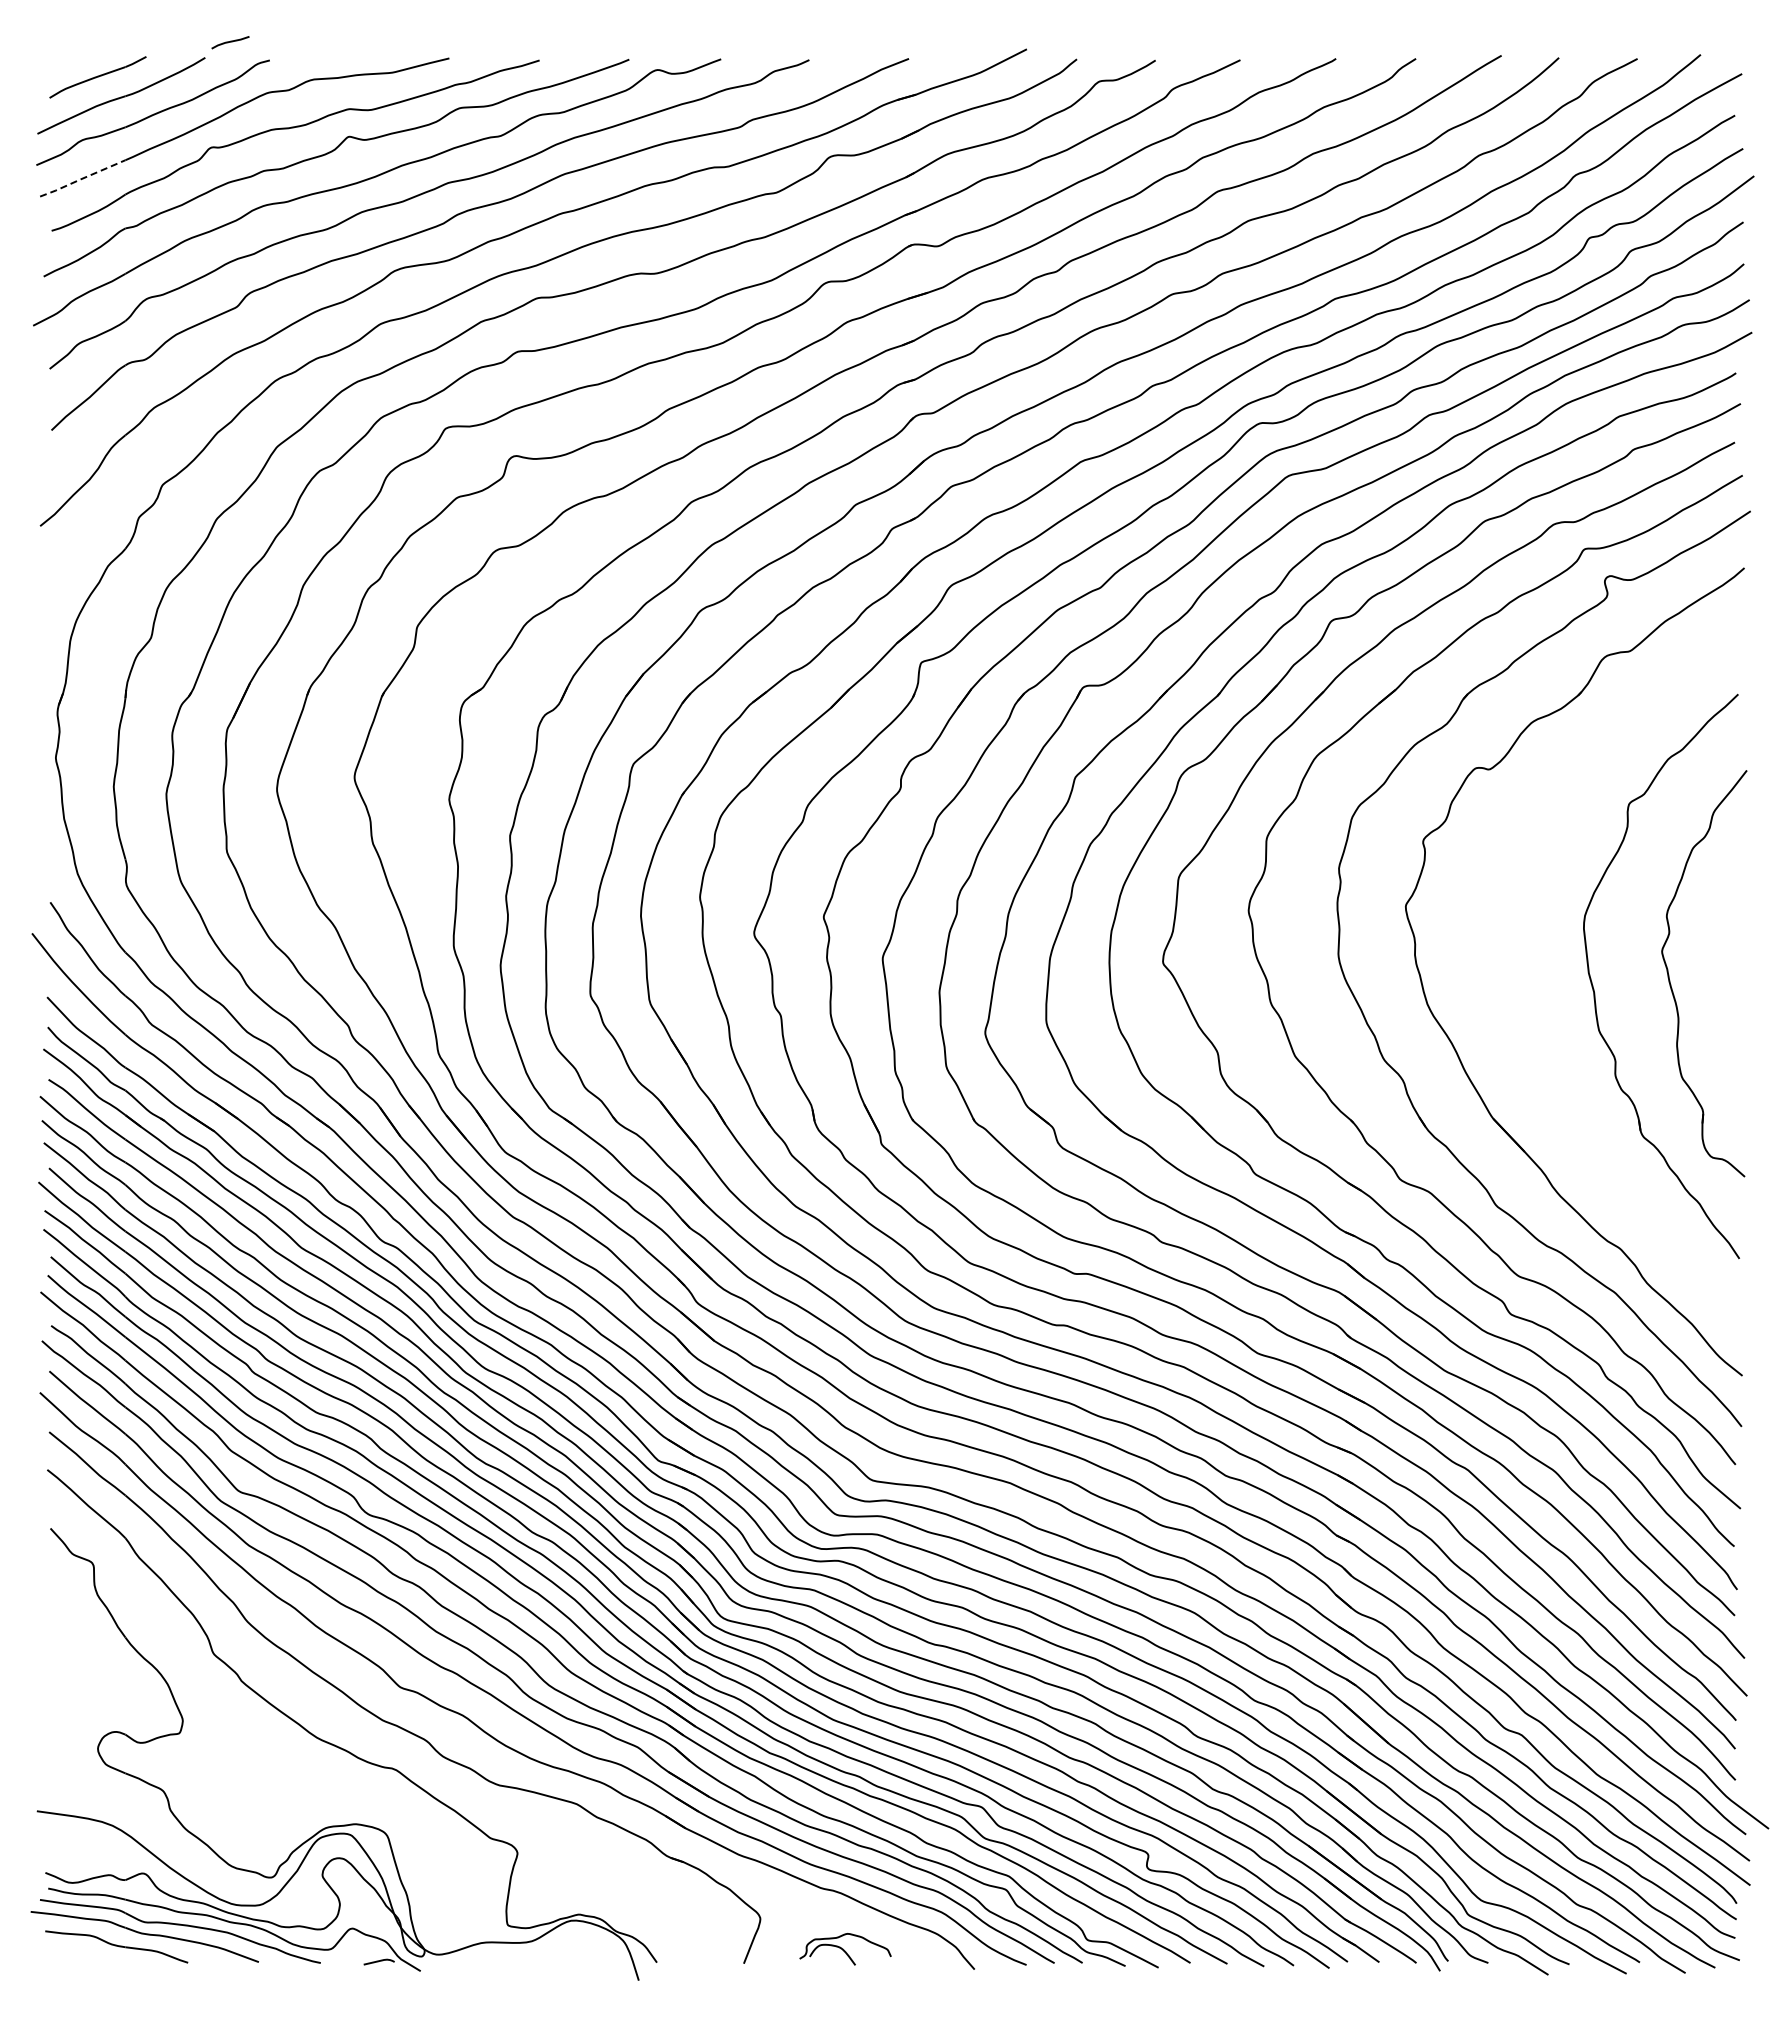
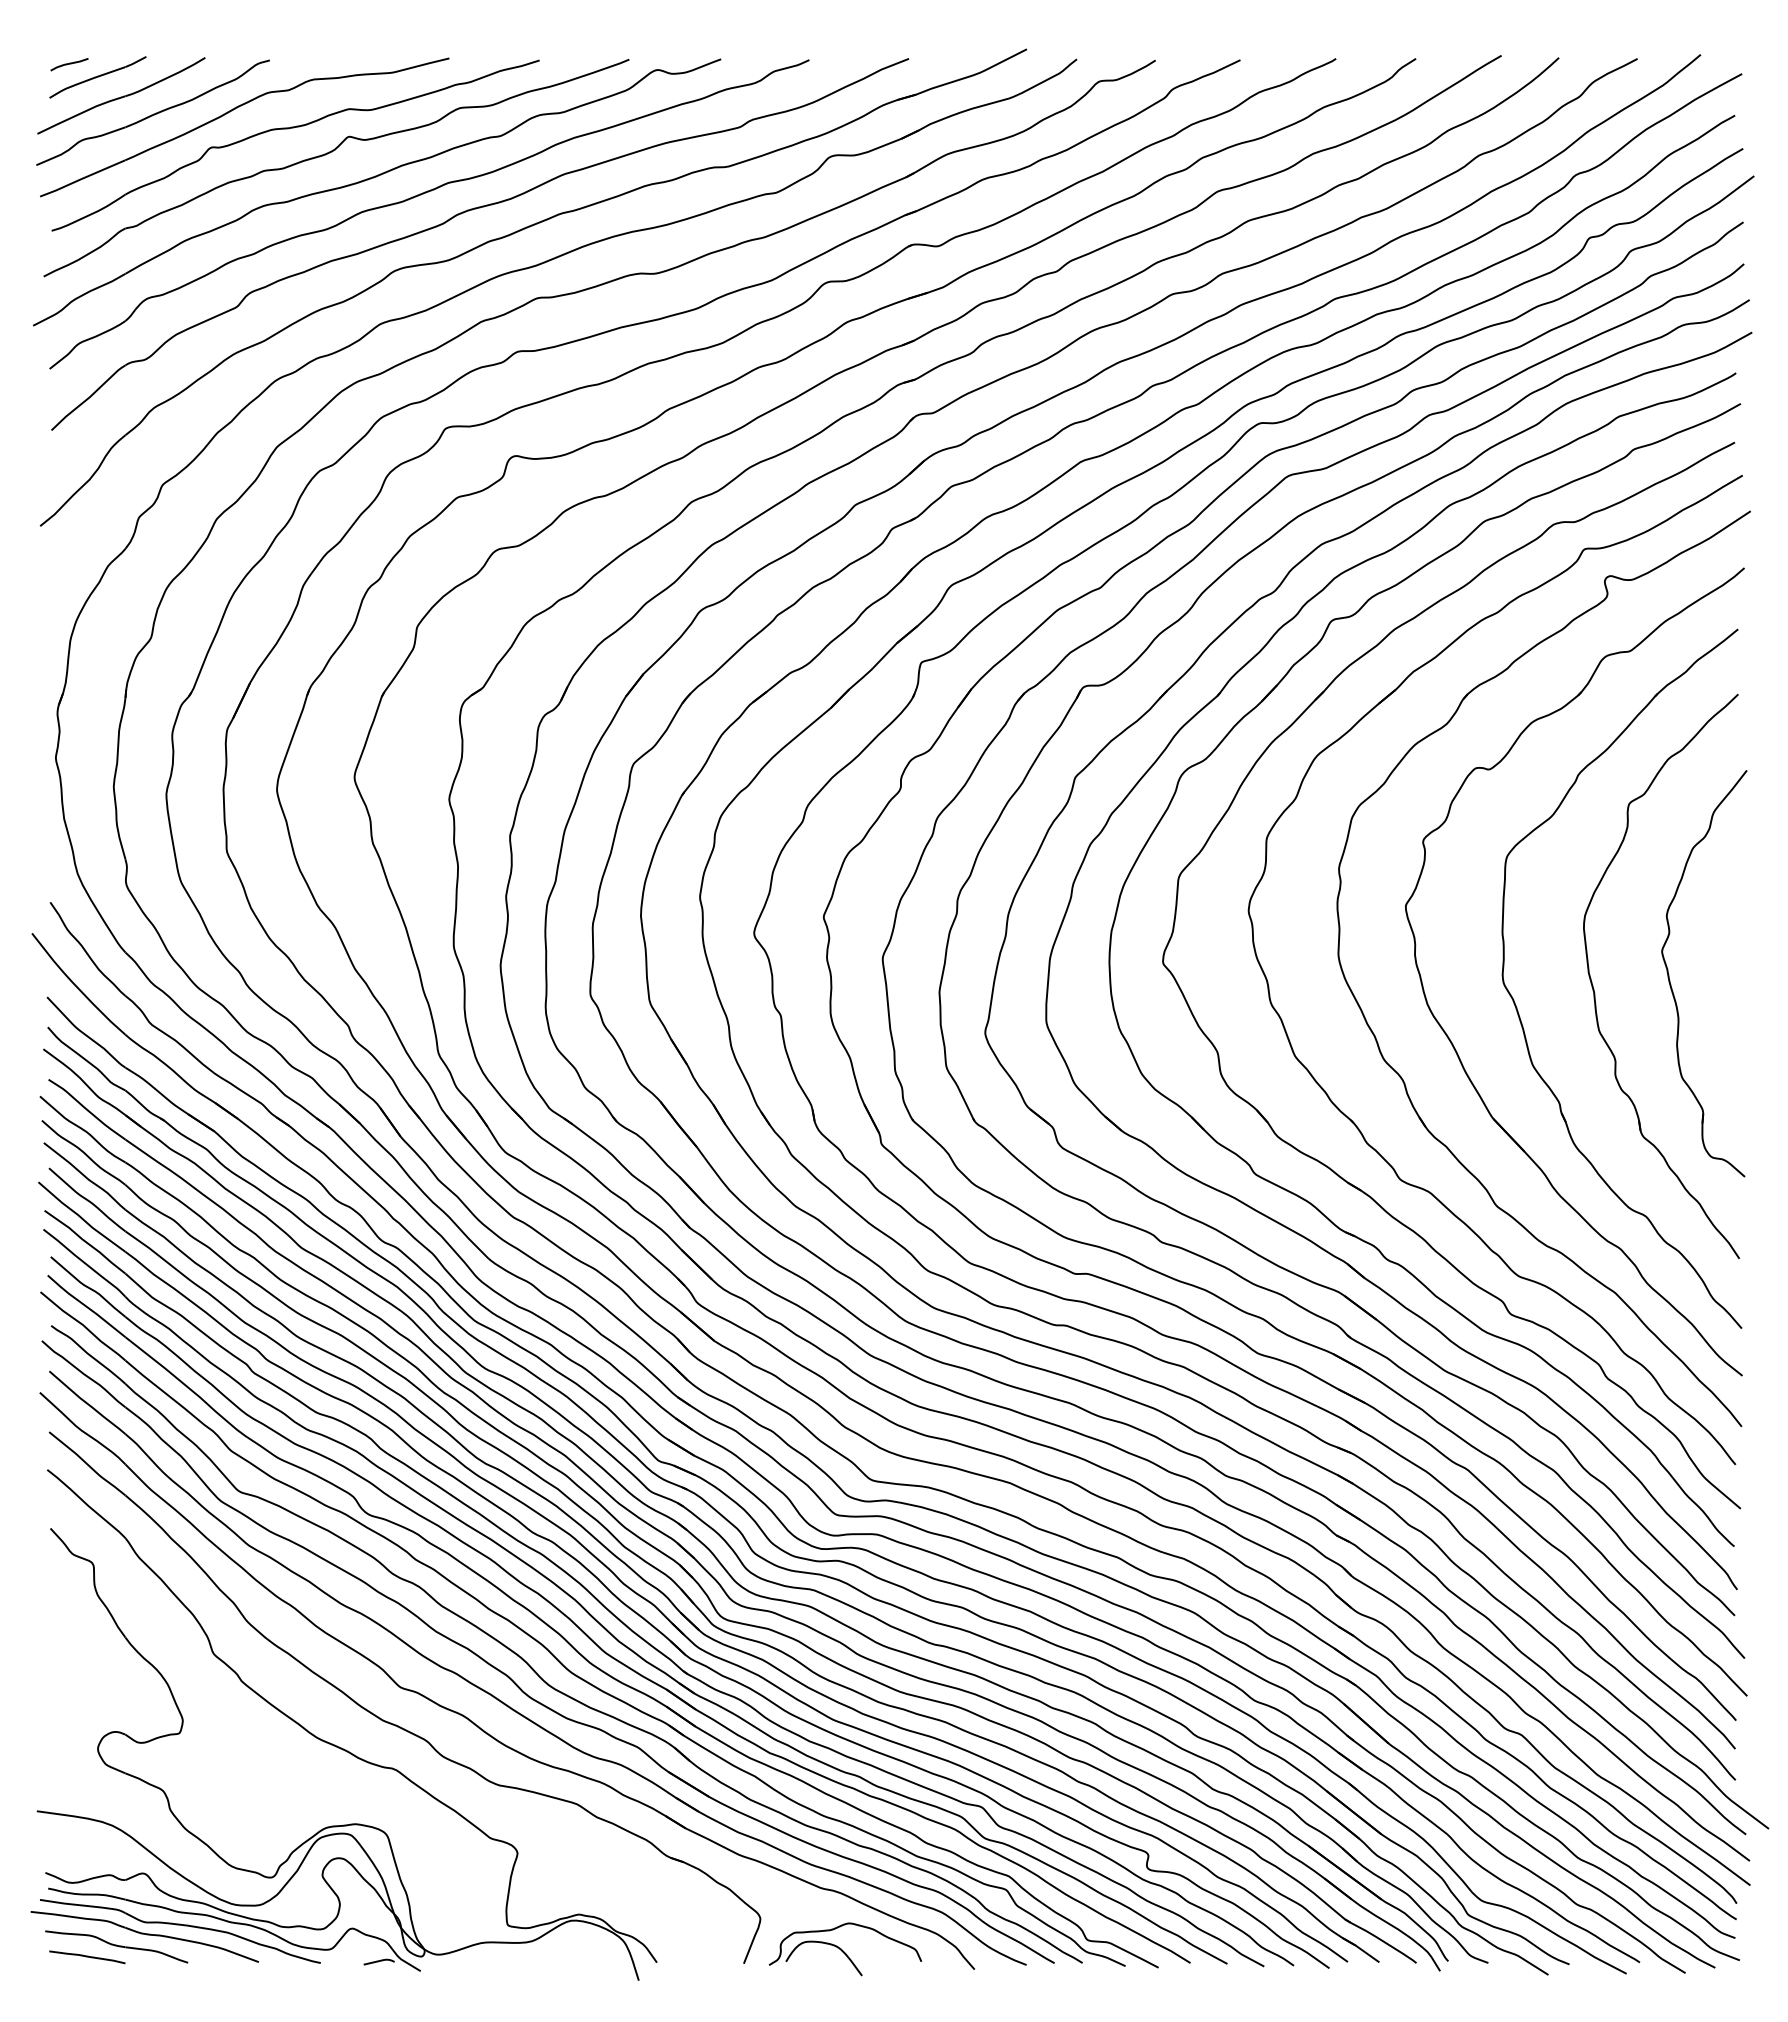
line at (230, 42) position: (230, 42) -> (69, 64)
line at (81, 179): dashed -> solid
part at (1519, 1013): none -> present
part at (845, 1949) size: 93x33 px -> 155x55 px
curve at (87, 1957): none -> present
